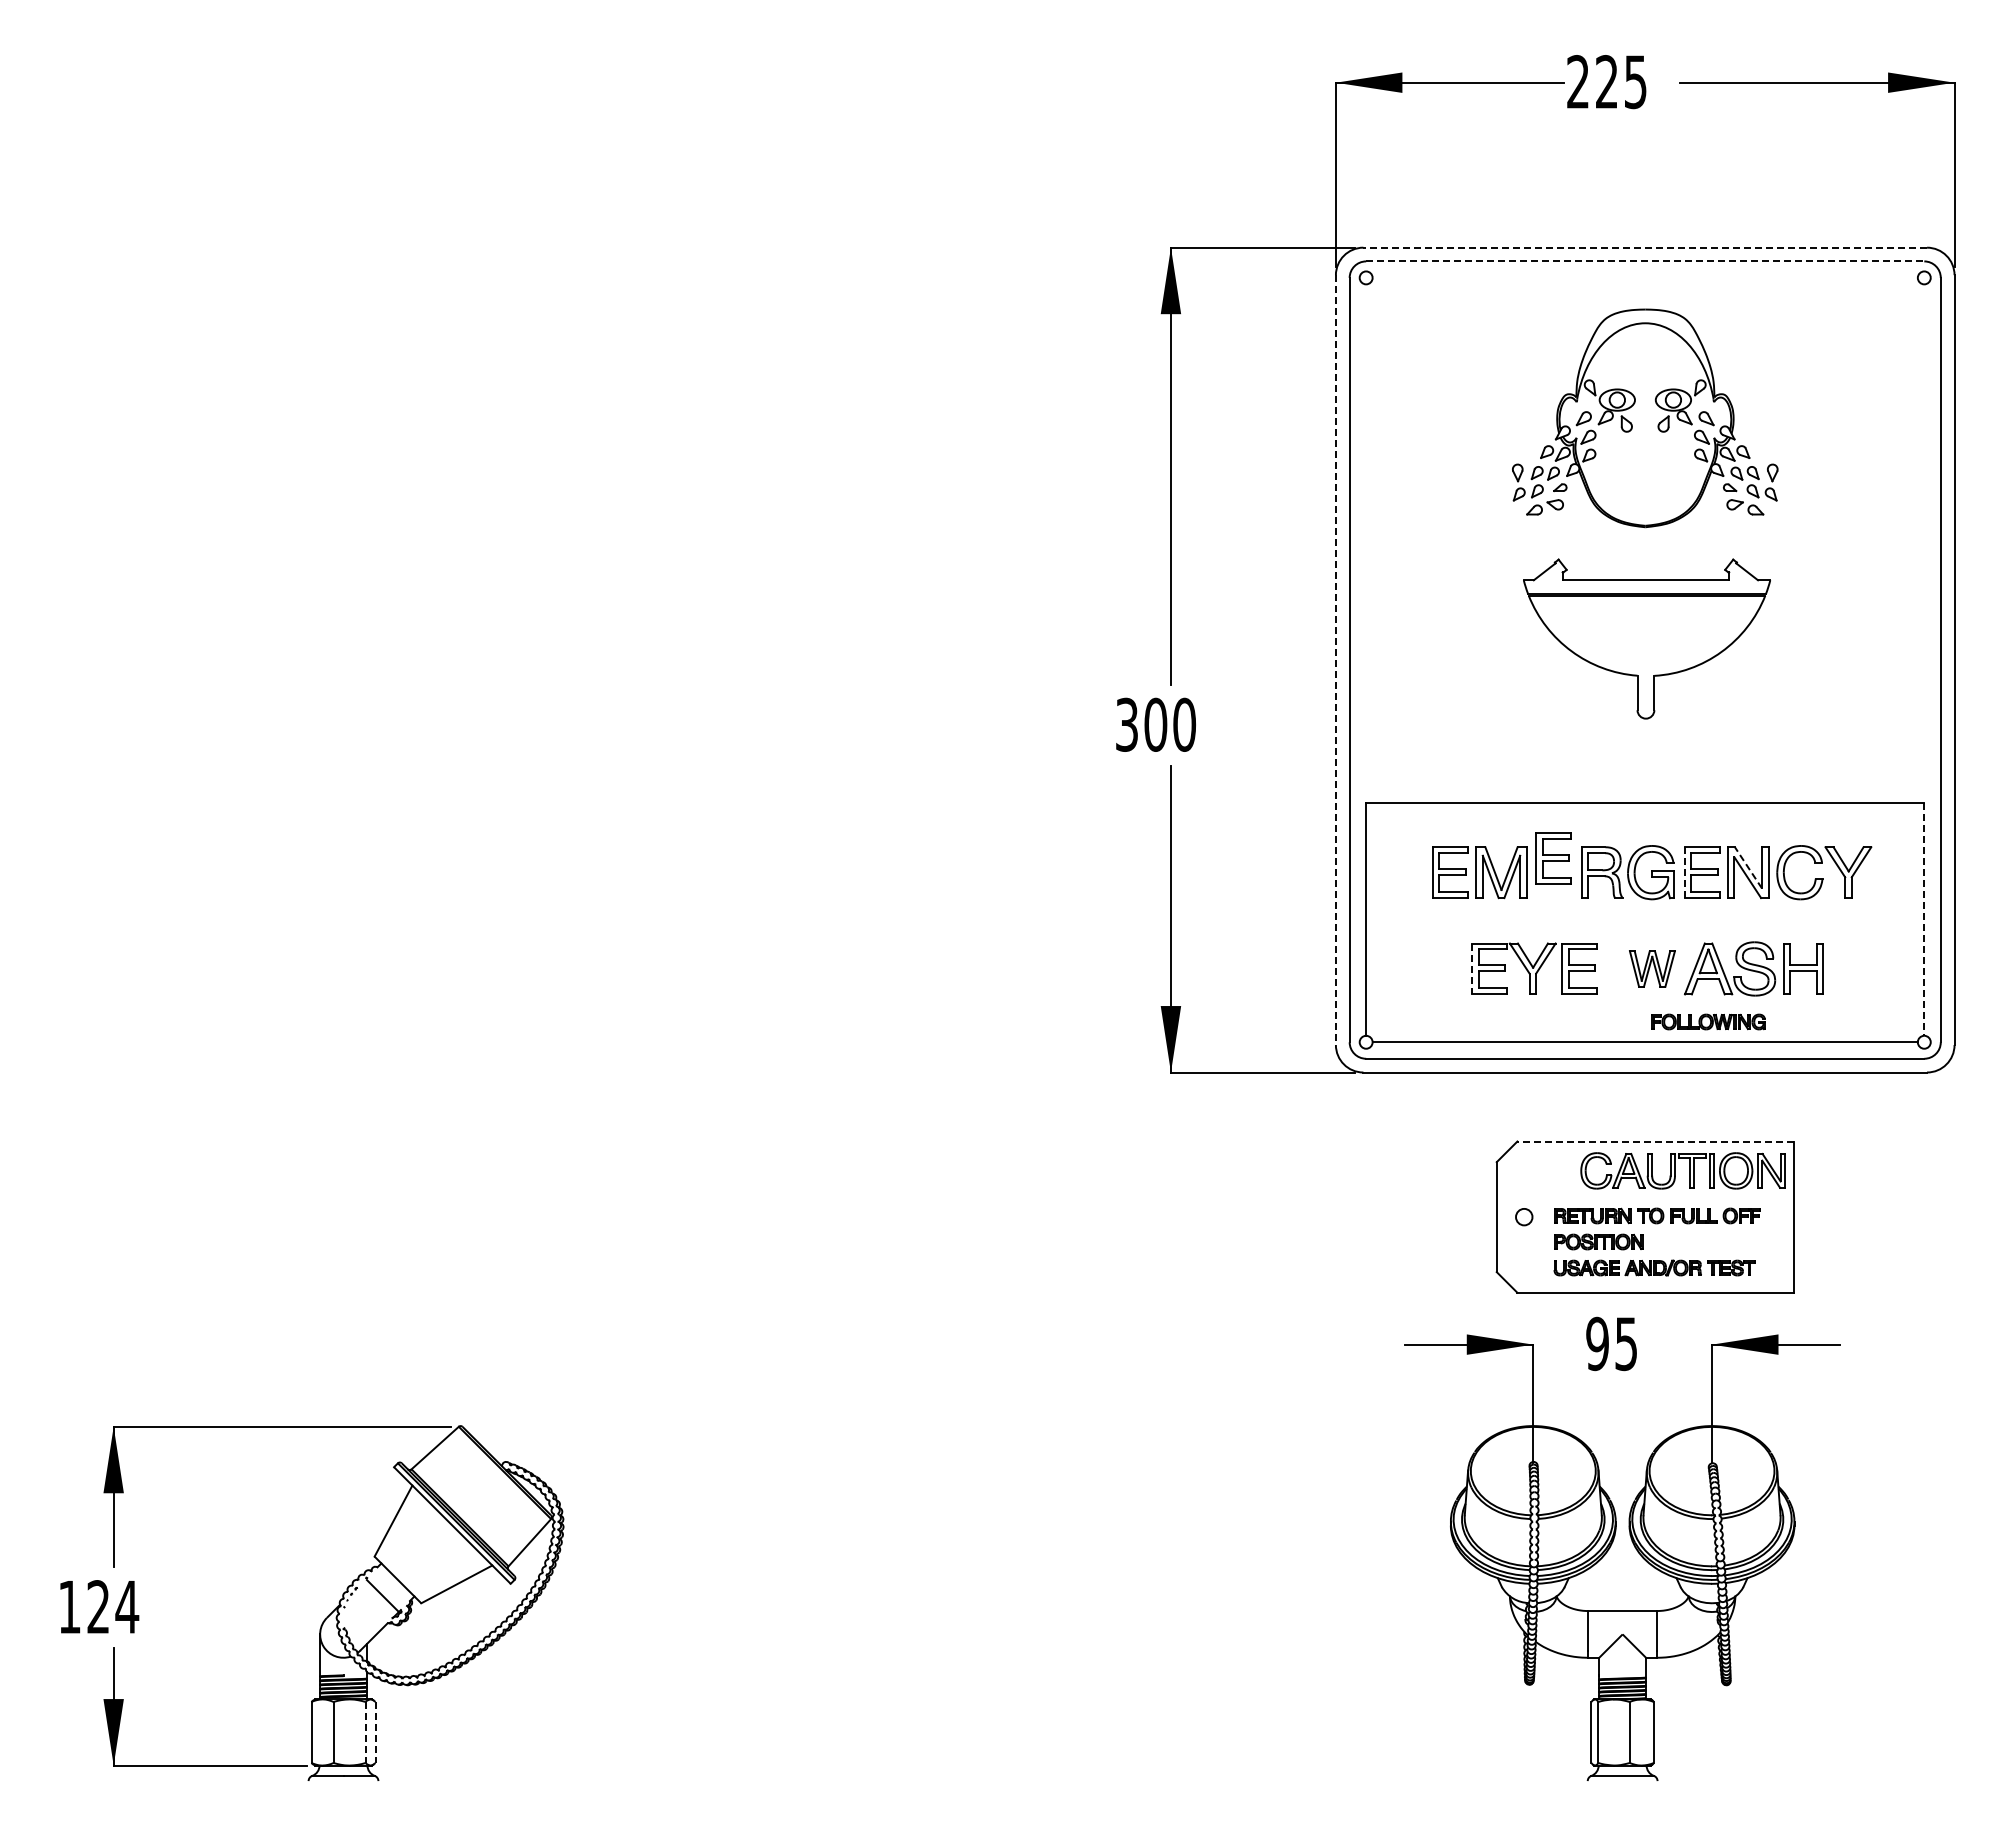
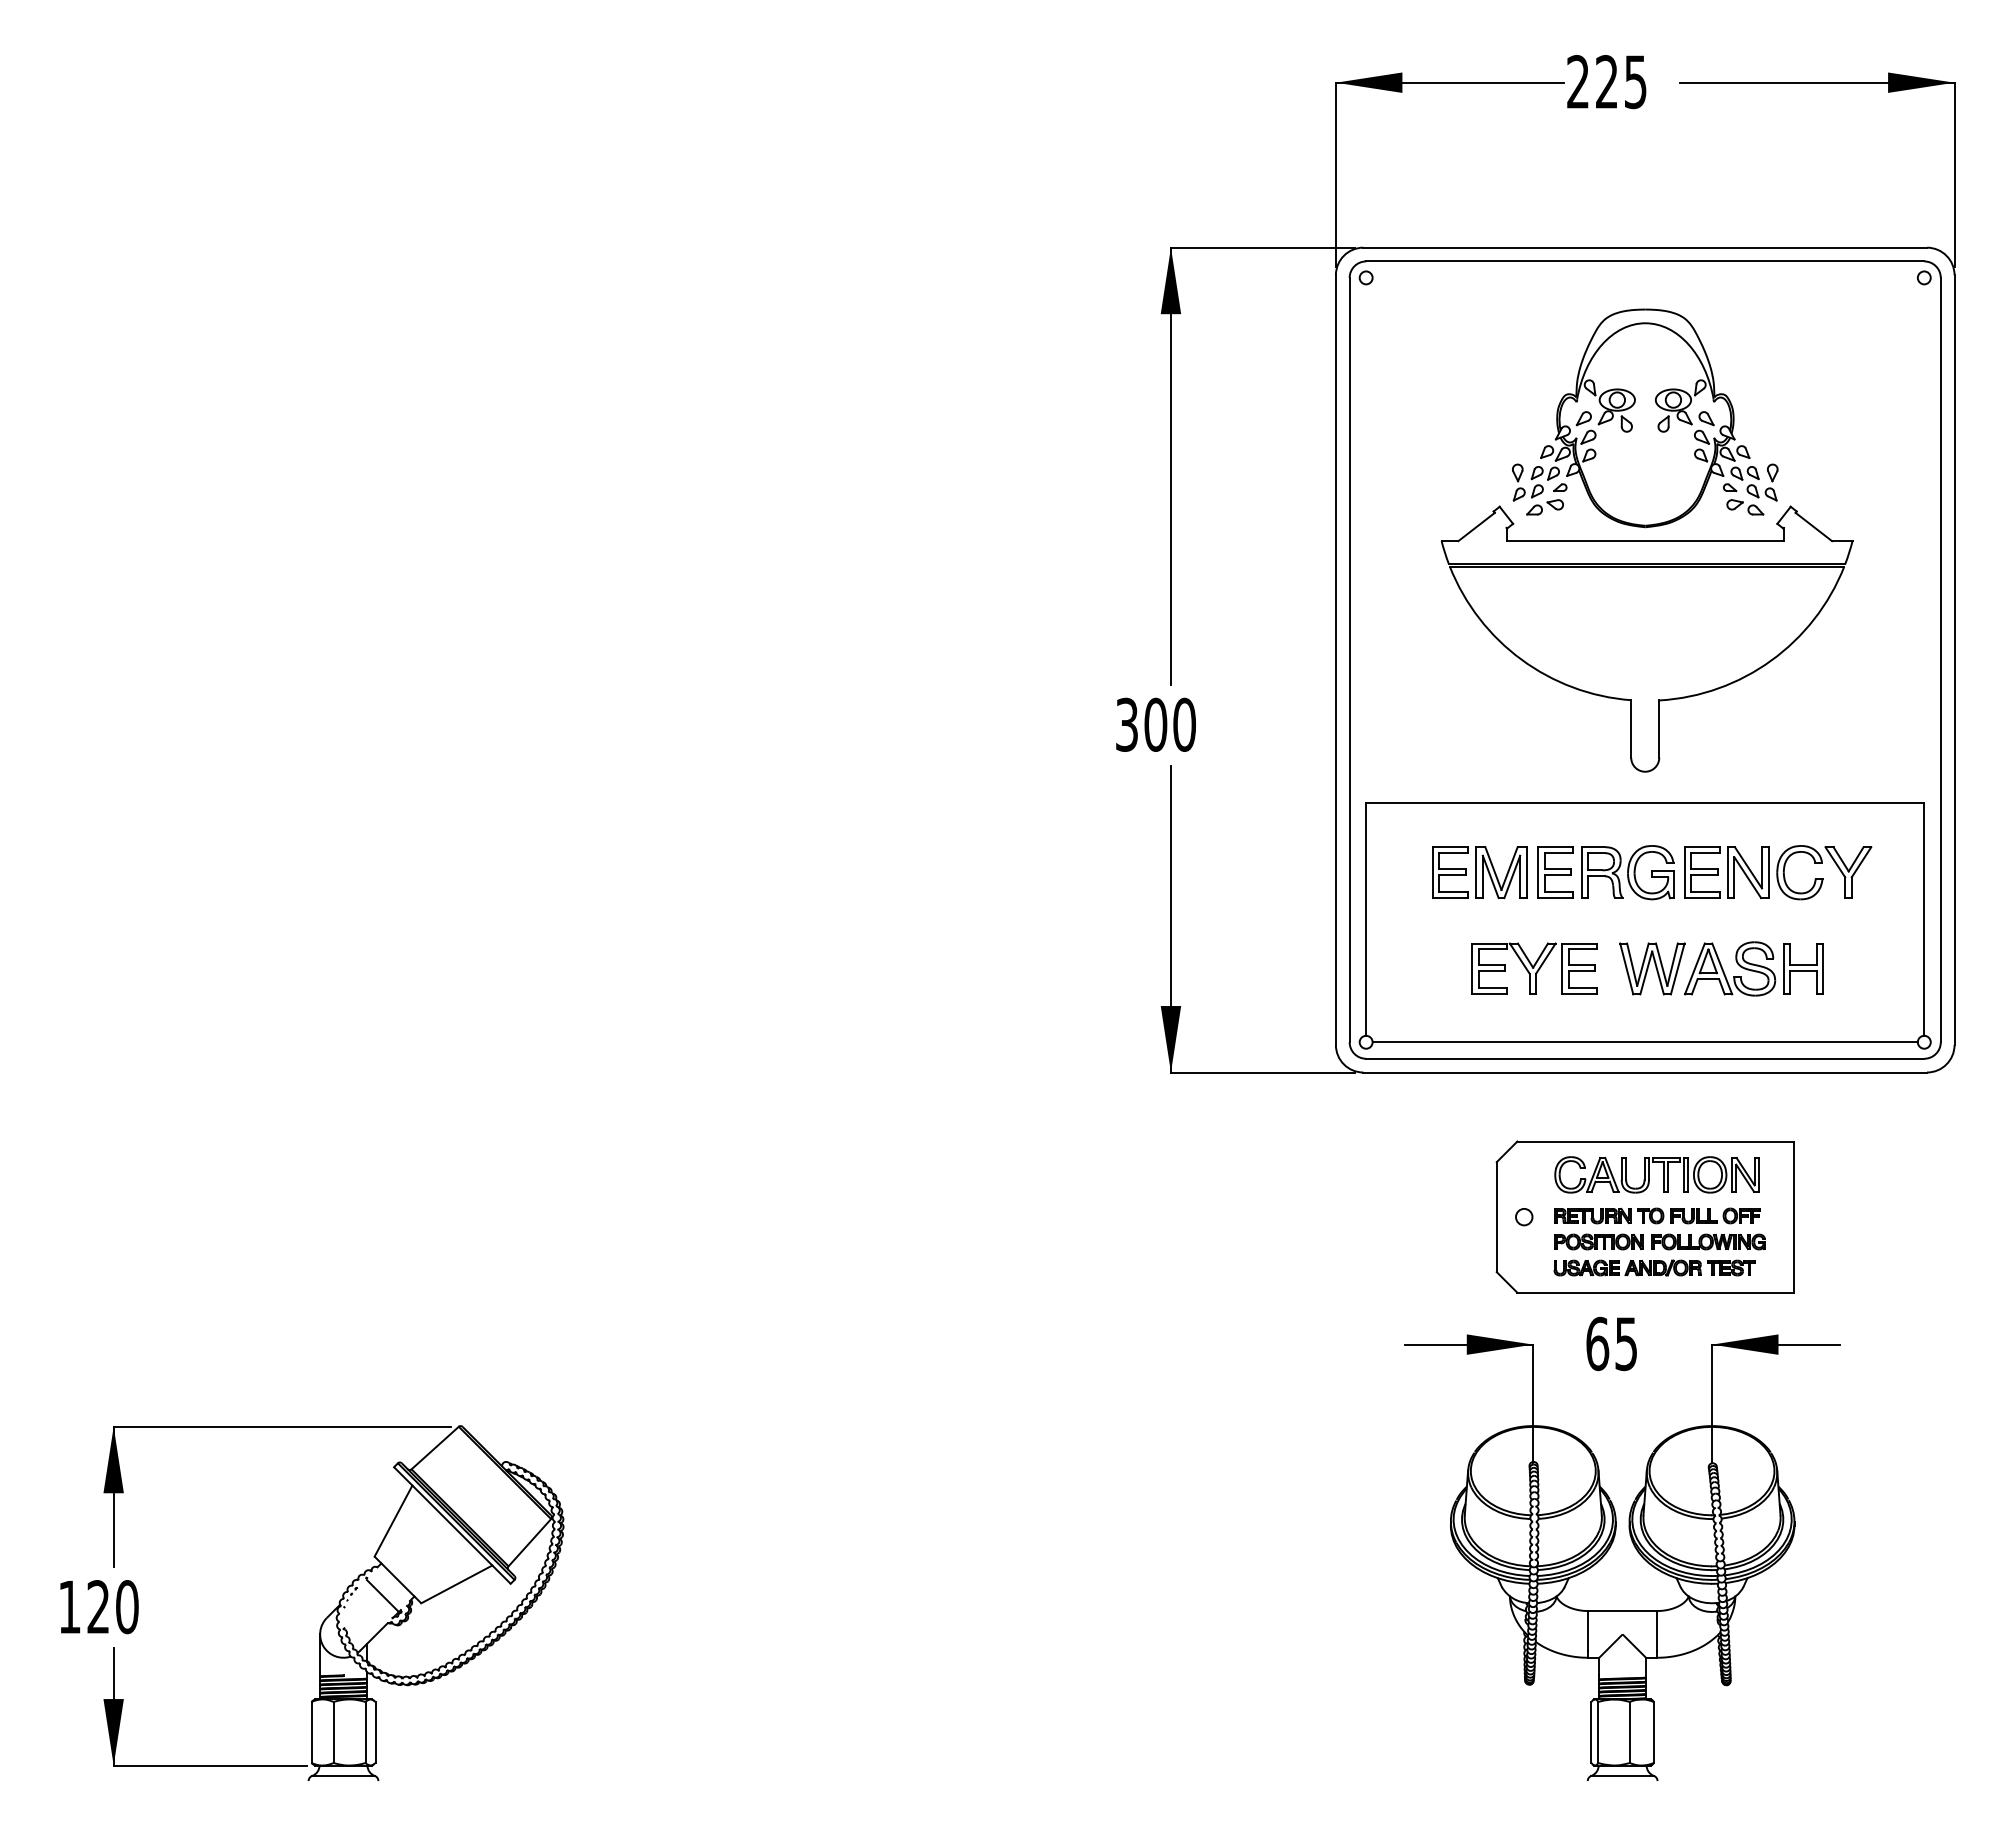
line at (1645, 247): dashed -> solid
line at (1645, 261): dashed -> solid
part at (1646, 638) size: 248x162 px -> 414x268 px
line at (1335, 660): dashed -> solid
part at (1553, 858) position: (1553, 858) -> (1555, 872)
line at (1748, 867): dashed -> solid
line at (1684, 873): dashed -> solid
line at (1924, 919): dashed -> solid
part at (1652, 968) size: 47x38 px -> 67x54 px
line at (1472, 969): dashed -> solid
part at (1708, 1021) position: (1708, 1021) -> (1708, 1241)
line at (1655, 1141): dashed -> solid
part at (1675, 1170) position: (1675, 1170) -> (1649, 1174)
text at (1597, 1343): 95 -> 65
text at (127, 1607): 124 -> 120
line at (365, 1732): dashed -> solid
line at (375, 1732): dashed -> solid
